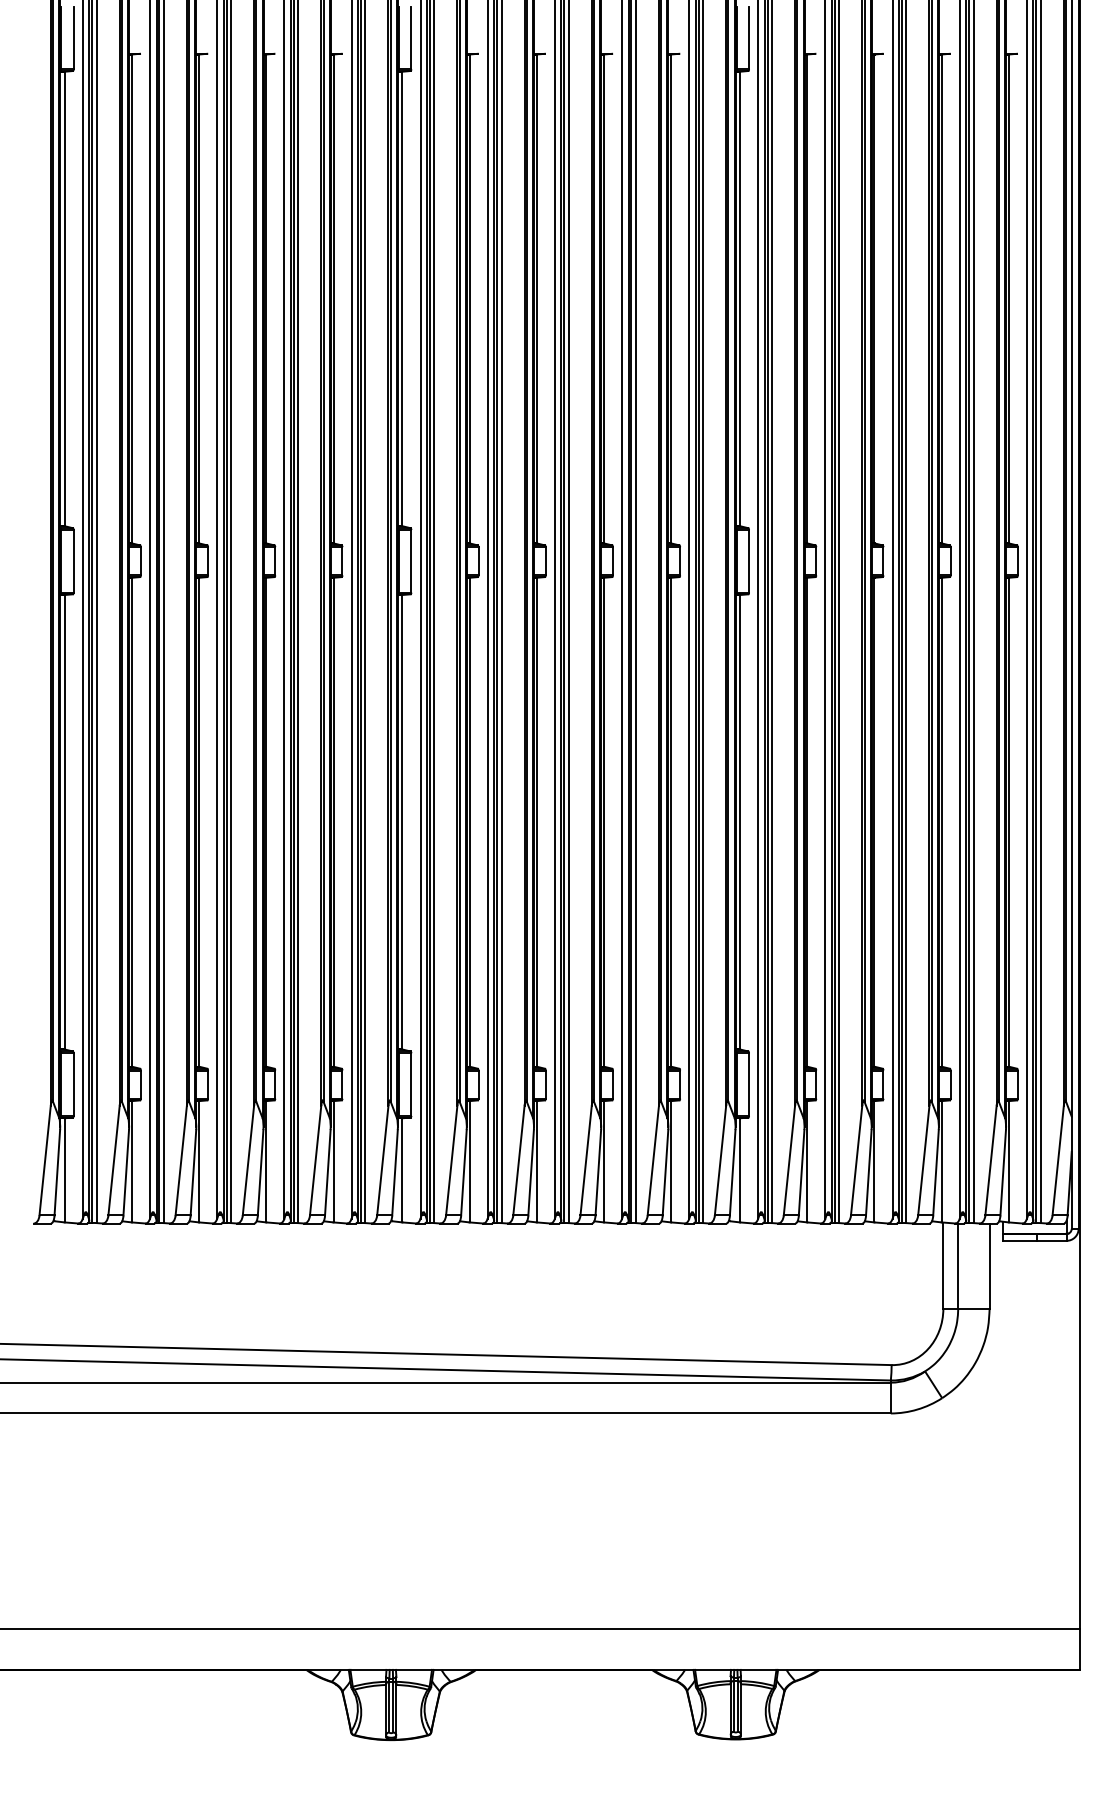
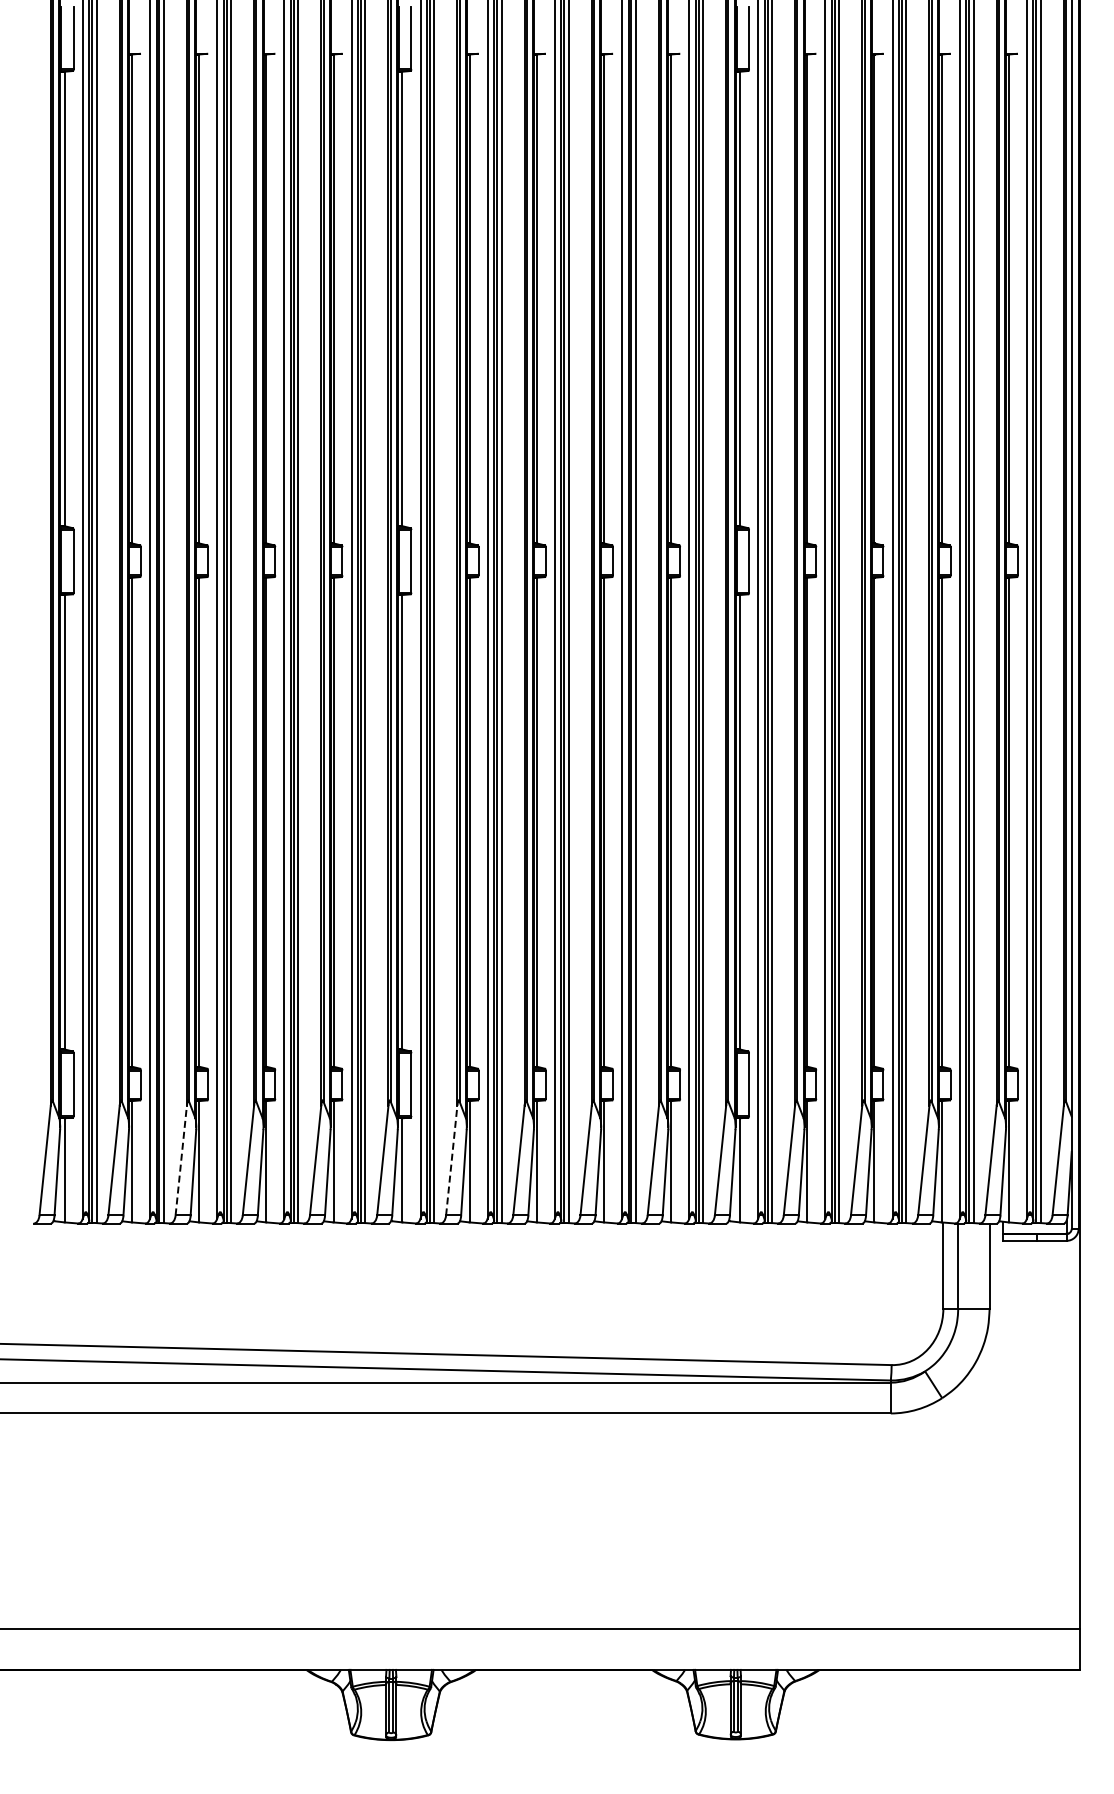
line at (181, 1160): solid -> dashed
line at (451, 1160): solid -> dashed
